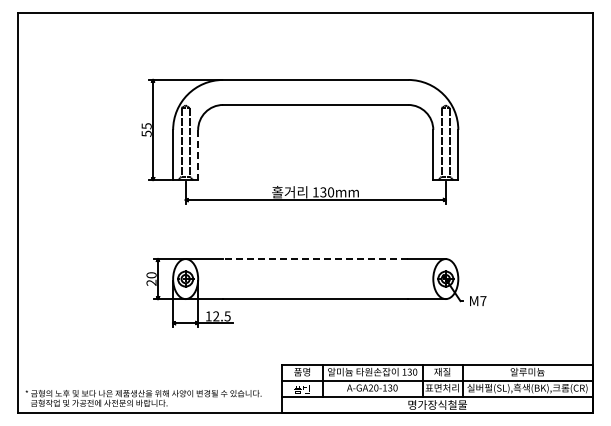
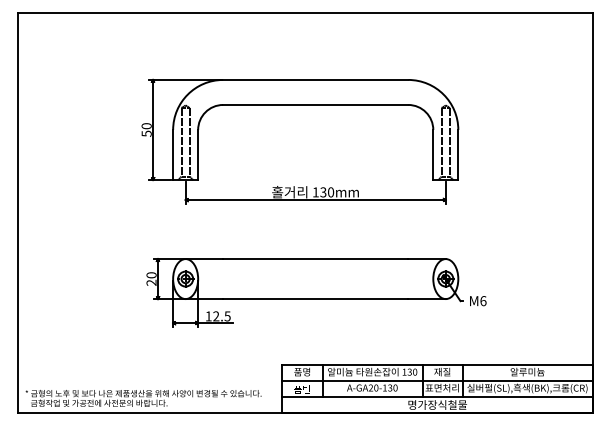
text at (146, 126): 55 -> 50
line at (198, 155): dashed -> solid
line at (315, 259): dashed -> solid
text at (483, 301): M7 -> M6
